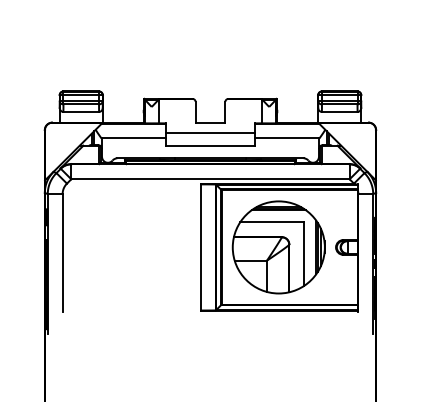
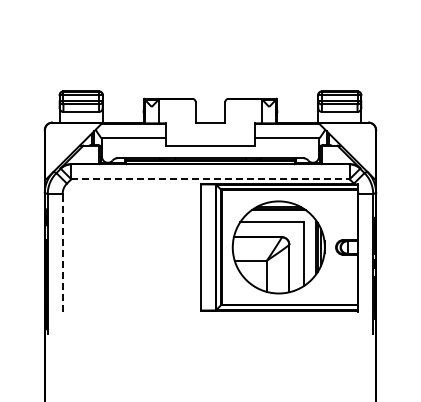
line at (210, 133): present -> none
line at (211, 179): solid -> dashed
line at (62, 252): solid -> dashed
